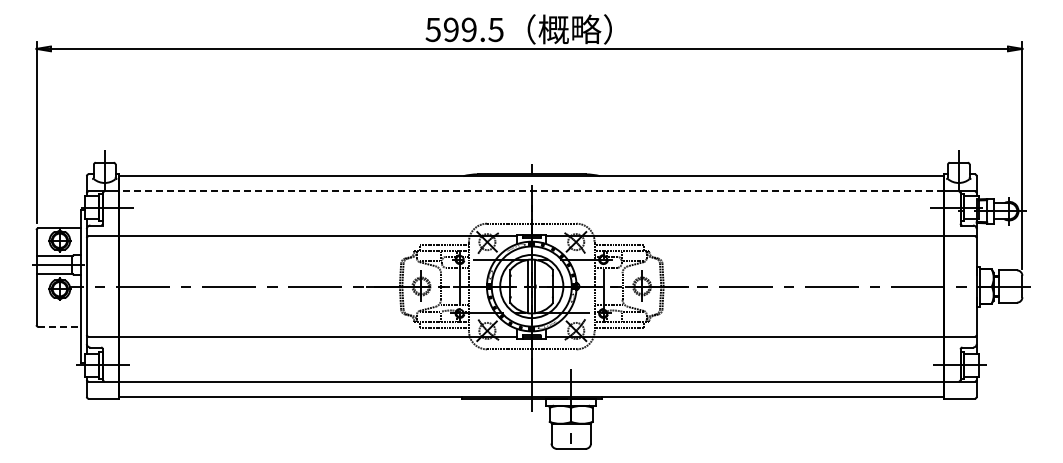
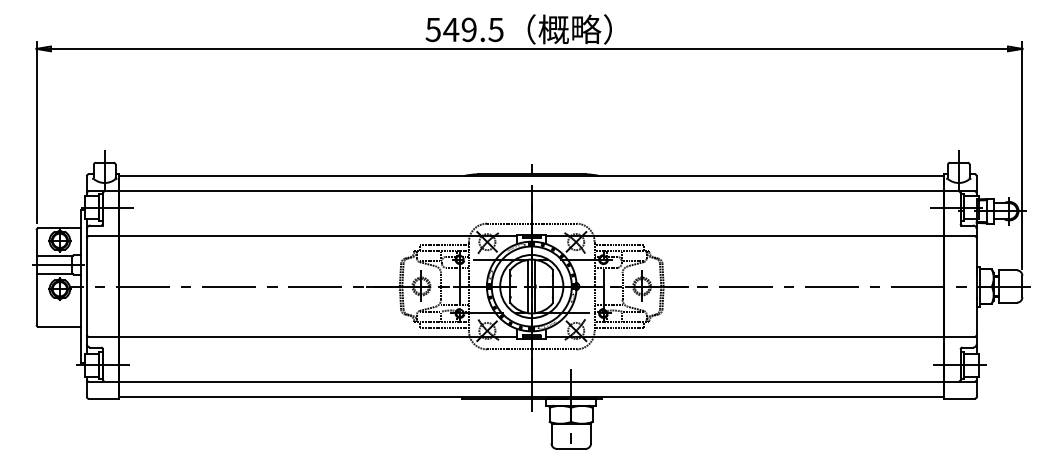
text at (451, 29): 599.5 -> 549.5
line at (531, 191): dashed -> solid
line at (59, 326): dashed -> solid
